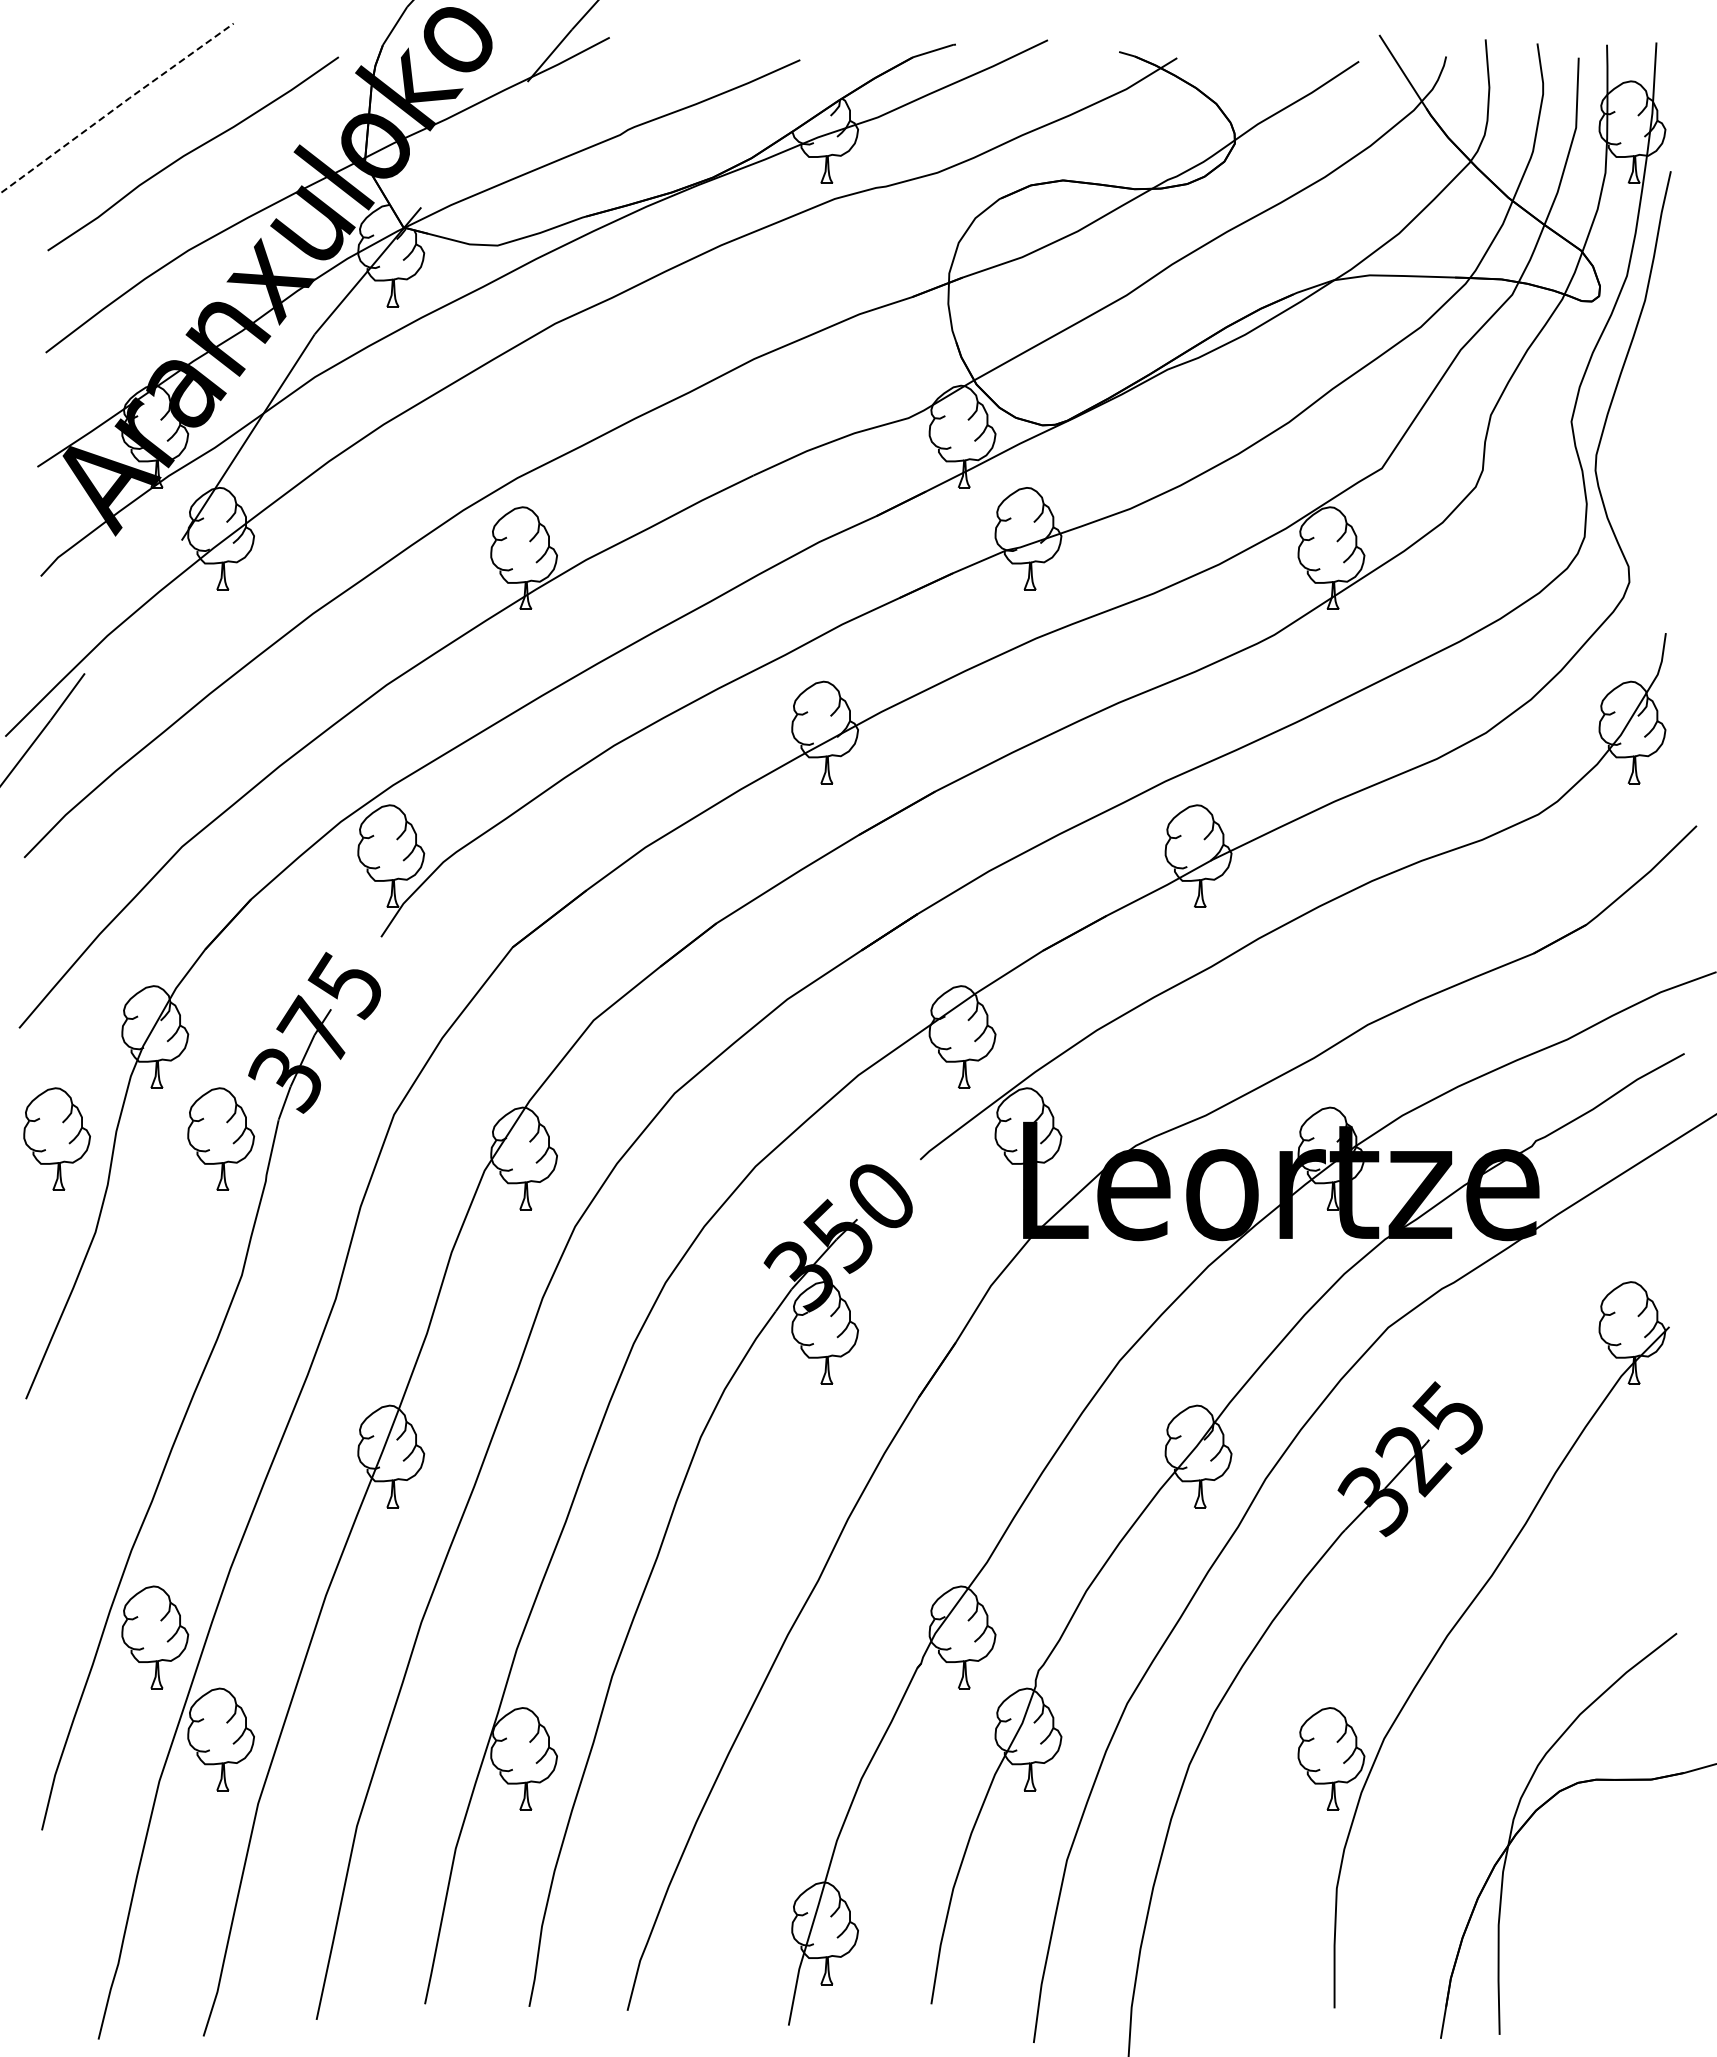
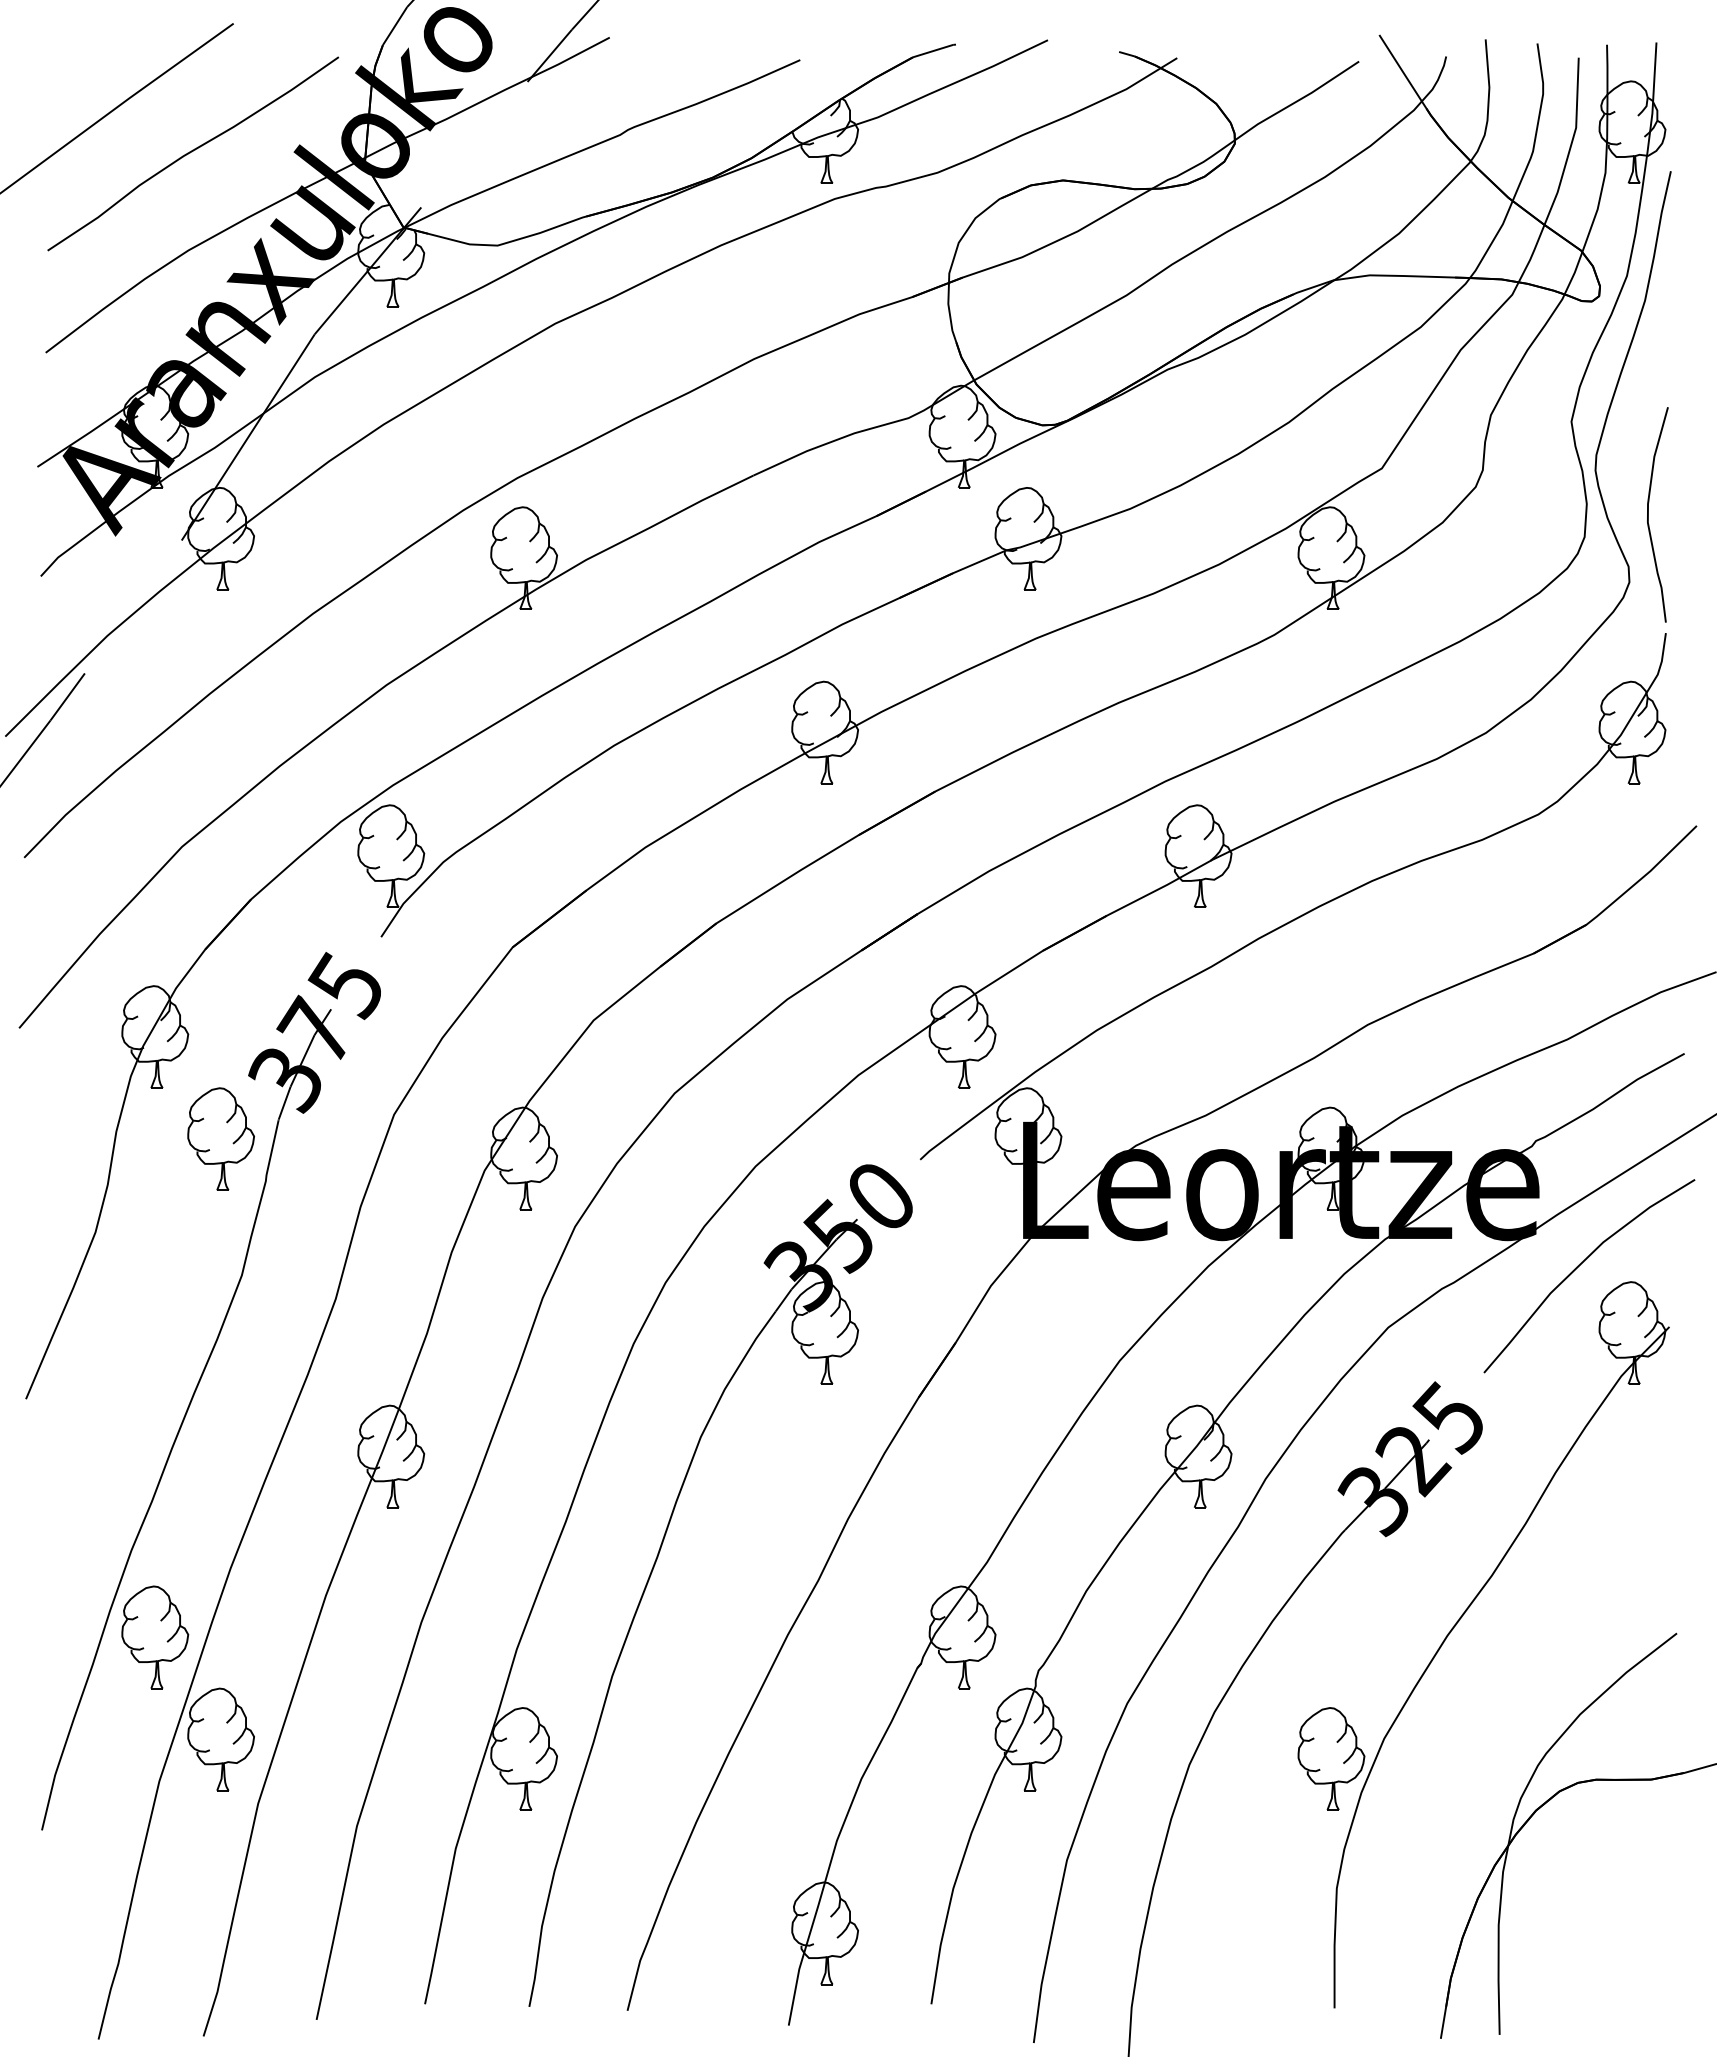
line at (117, 107): dashed -> solid
curve at (1648, 514): none -> present
part at (56, 1138): present -> none
curve at (1579, 1266): none -> present
